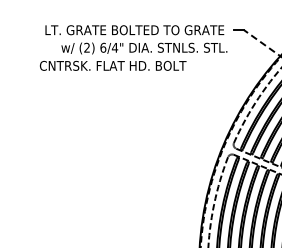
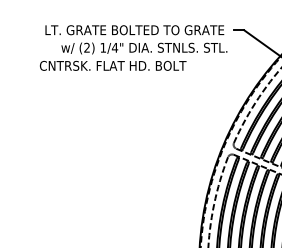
line at (262, 43): dashed -> solid
text at (103, 47): 6/4" -> 1/4"
